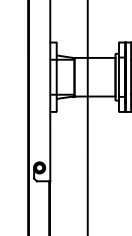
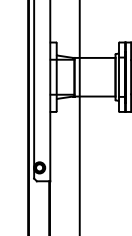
line at (34, 84): none -> present
line at (87, 117) position: (87, 117) -> (79, 117)
